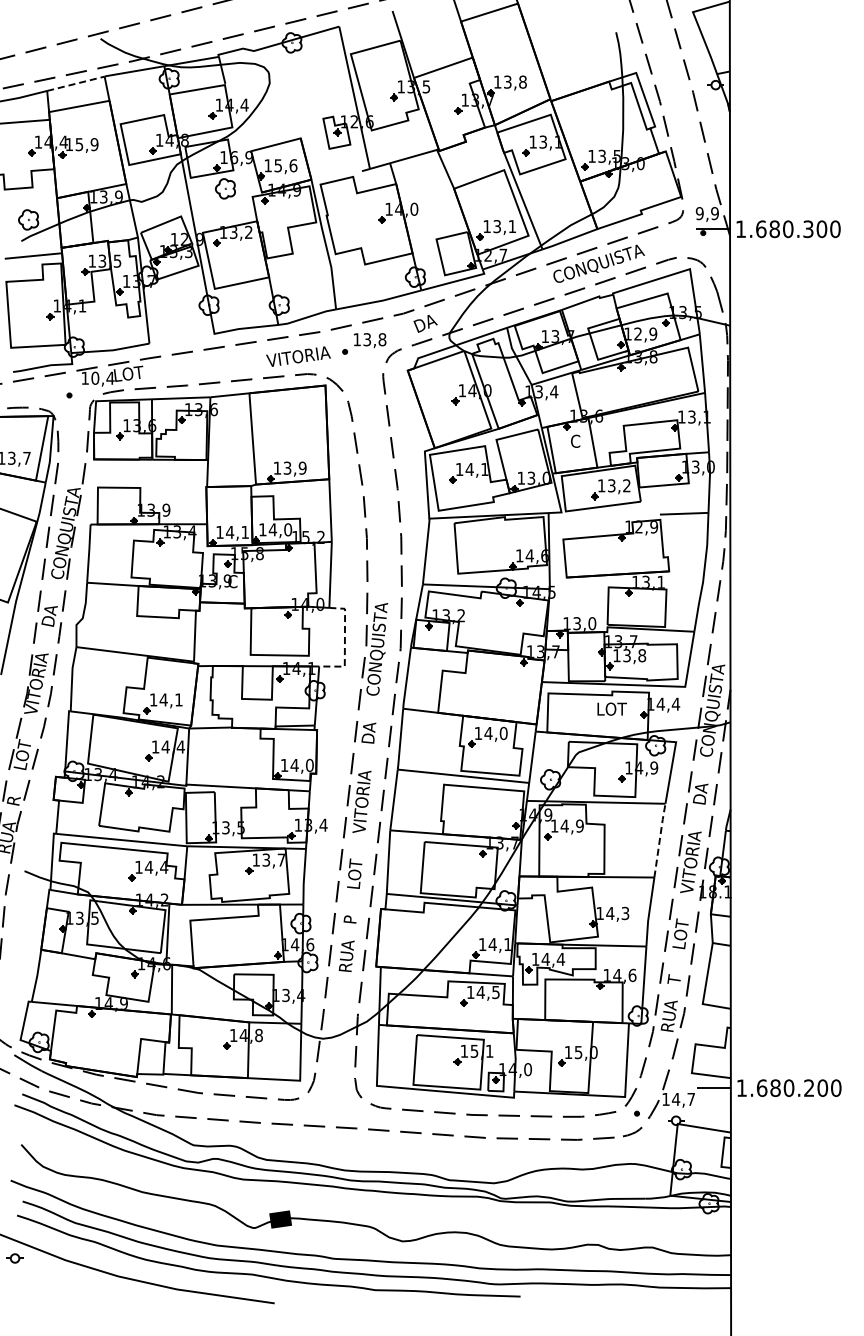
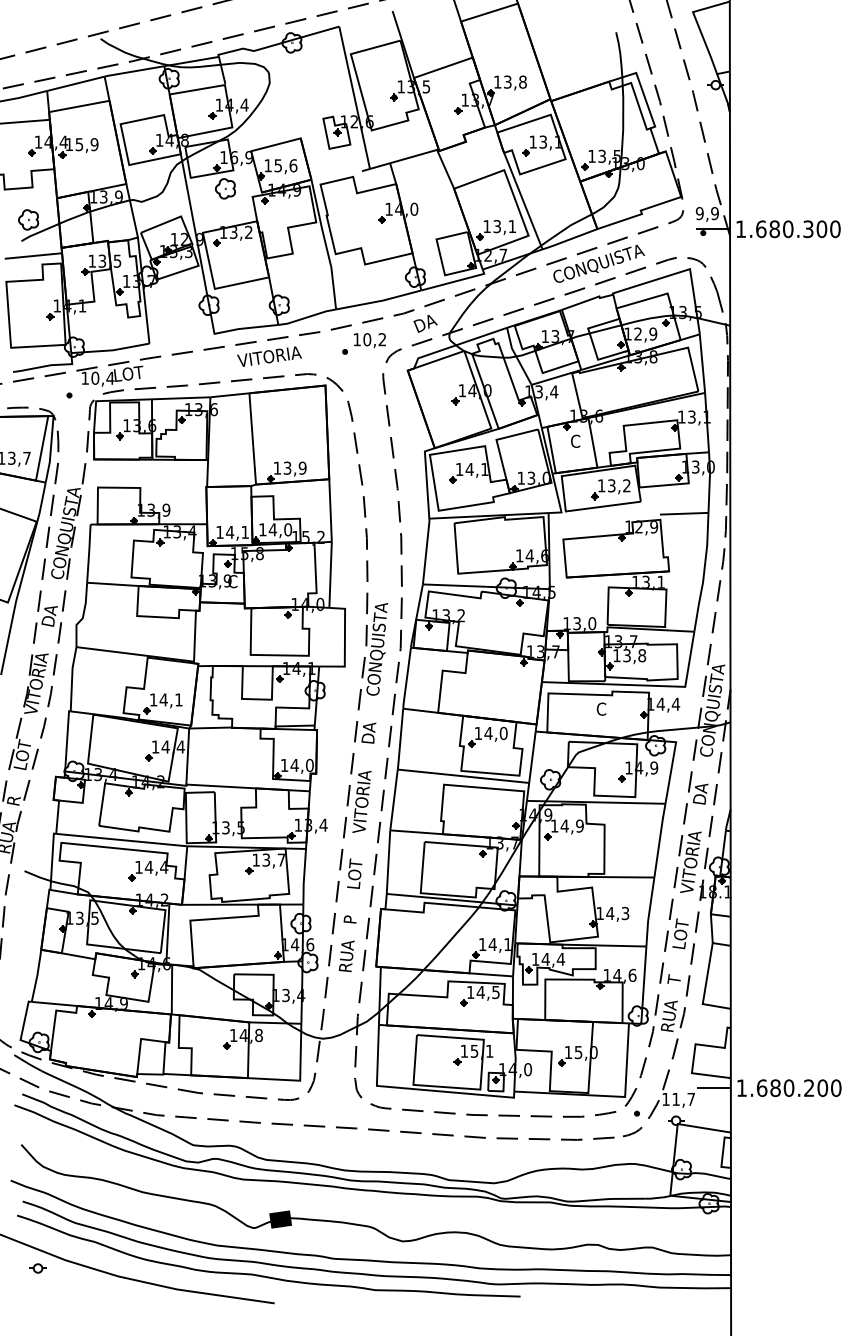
line at (75, 83): dashed -> solid
text at (374, 339): 13,8 -> 10,2
text at (298, 356) position: (298, 356) -> (269, 356)
line at (344, 642): dashed -> solid
text at (611, 708): LOT -> C
line at (659, 840): dashed -> solid
text at (675, 1099): 14,7 -> 11,7
part at (14, 1258) position: (14, 1258) -> (37, 1268)
